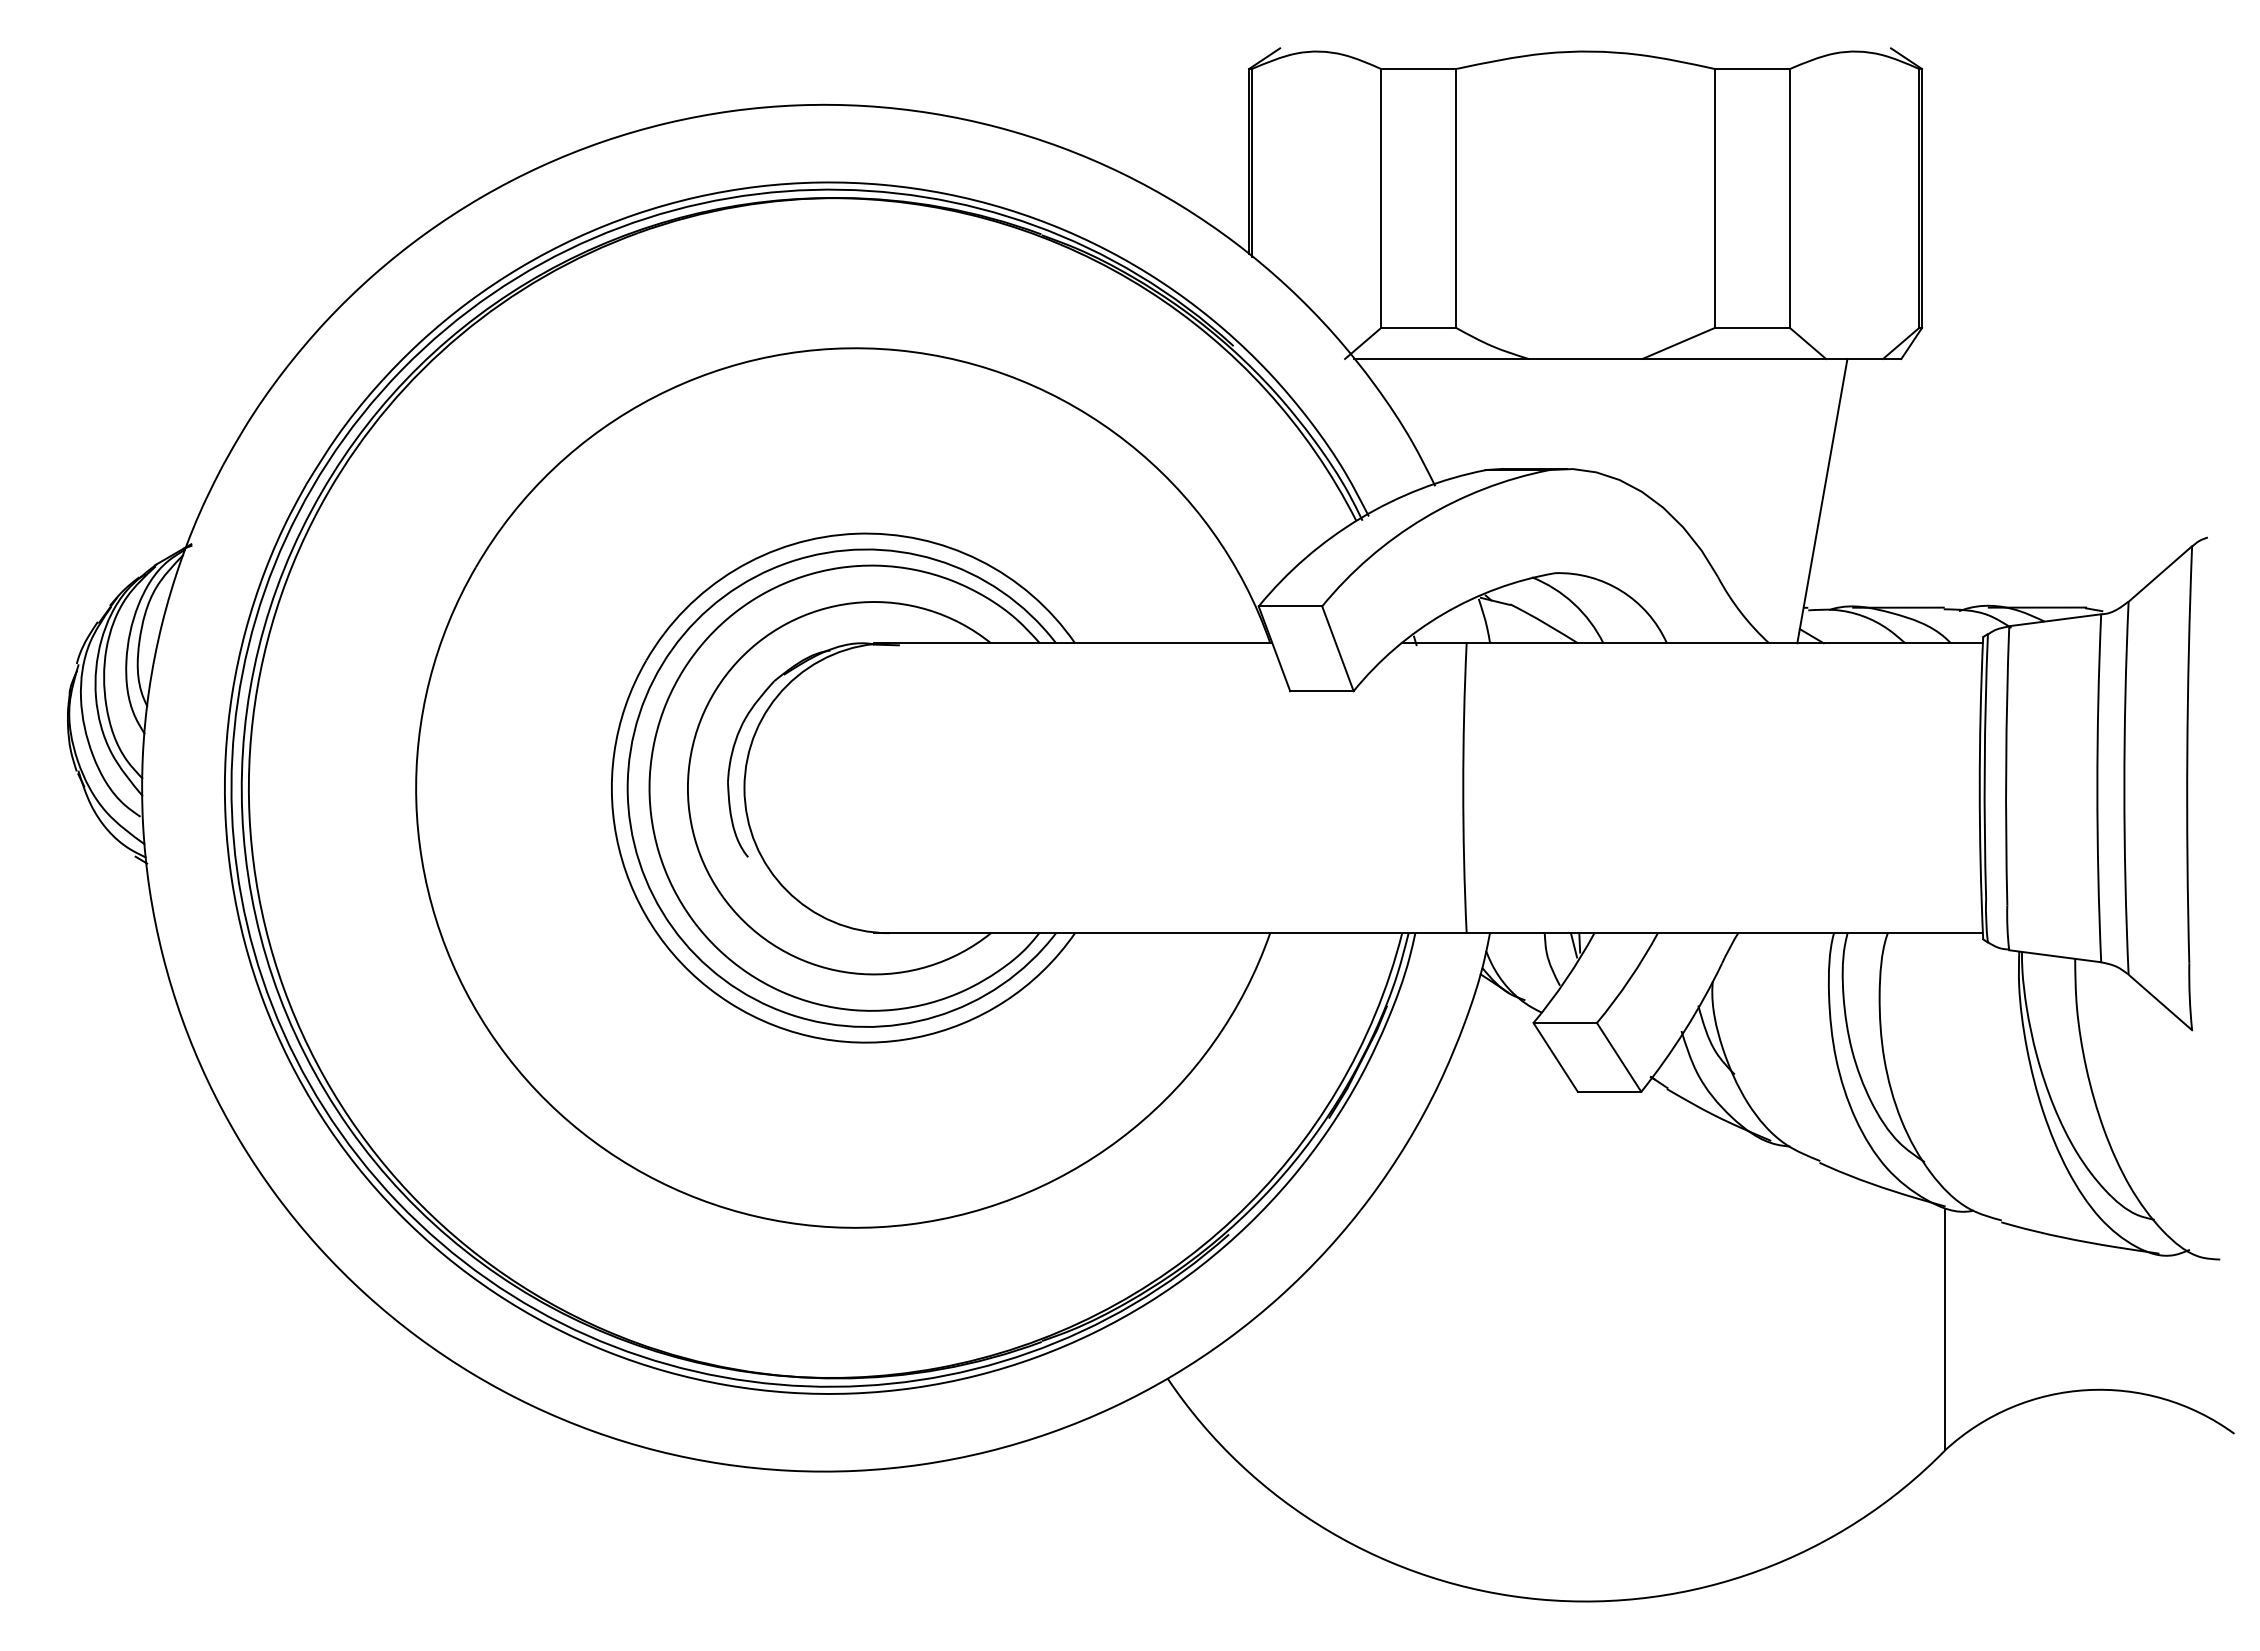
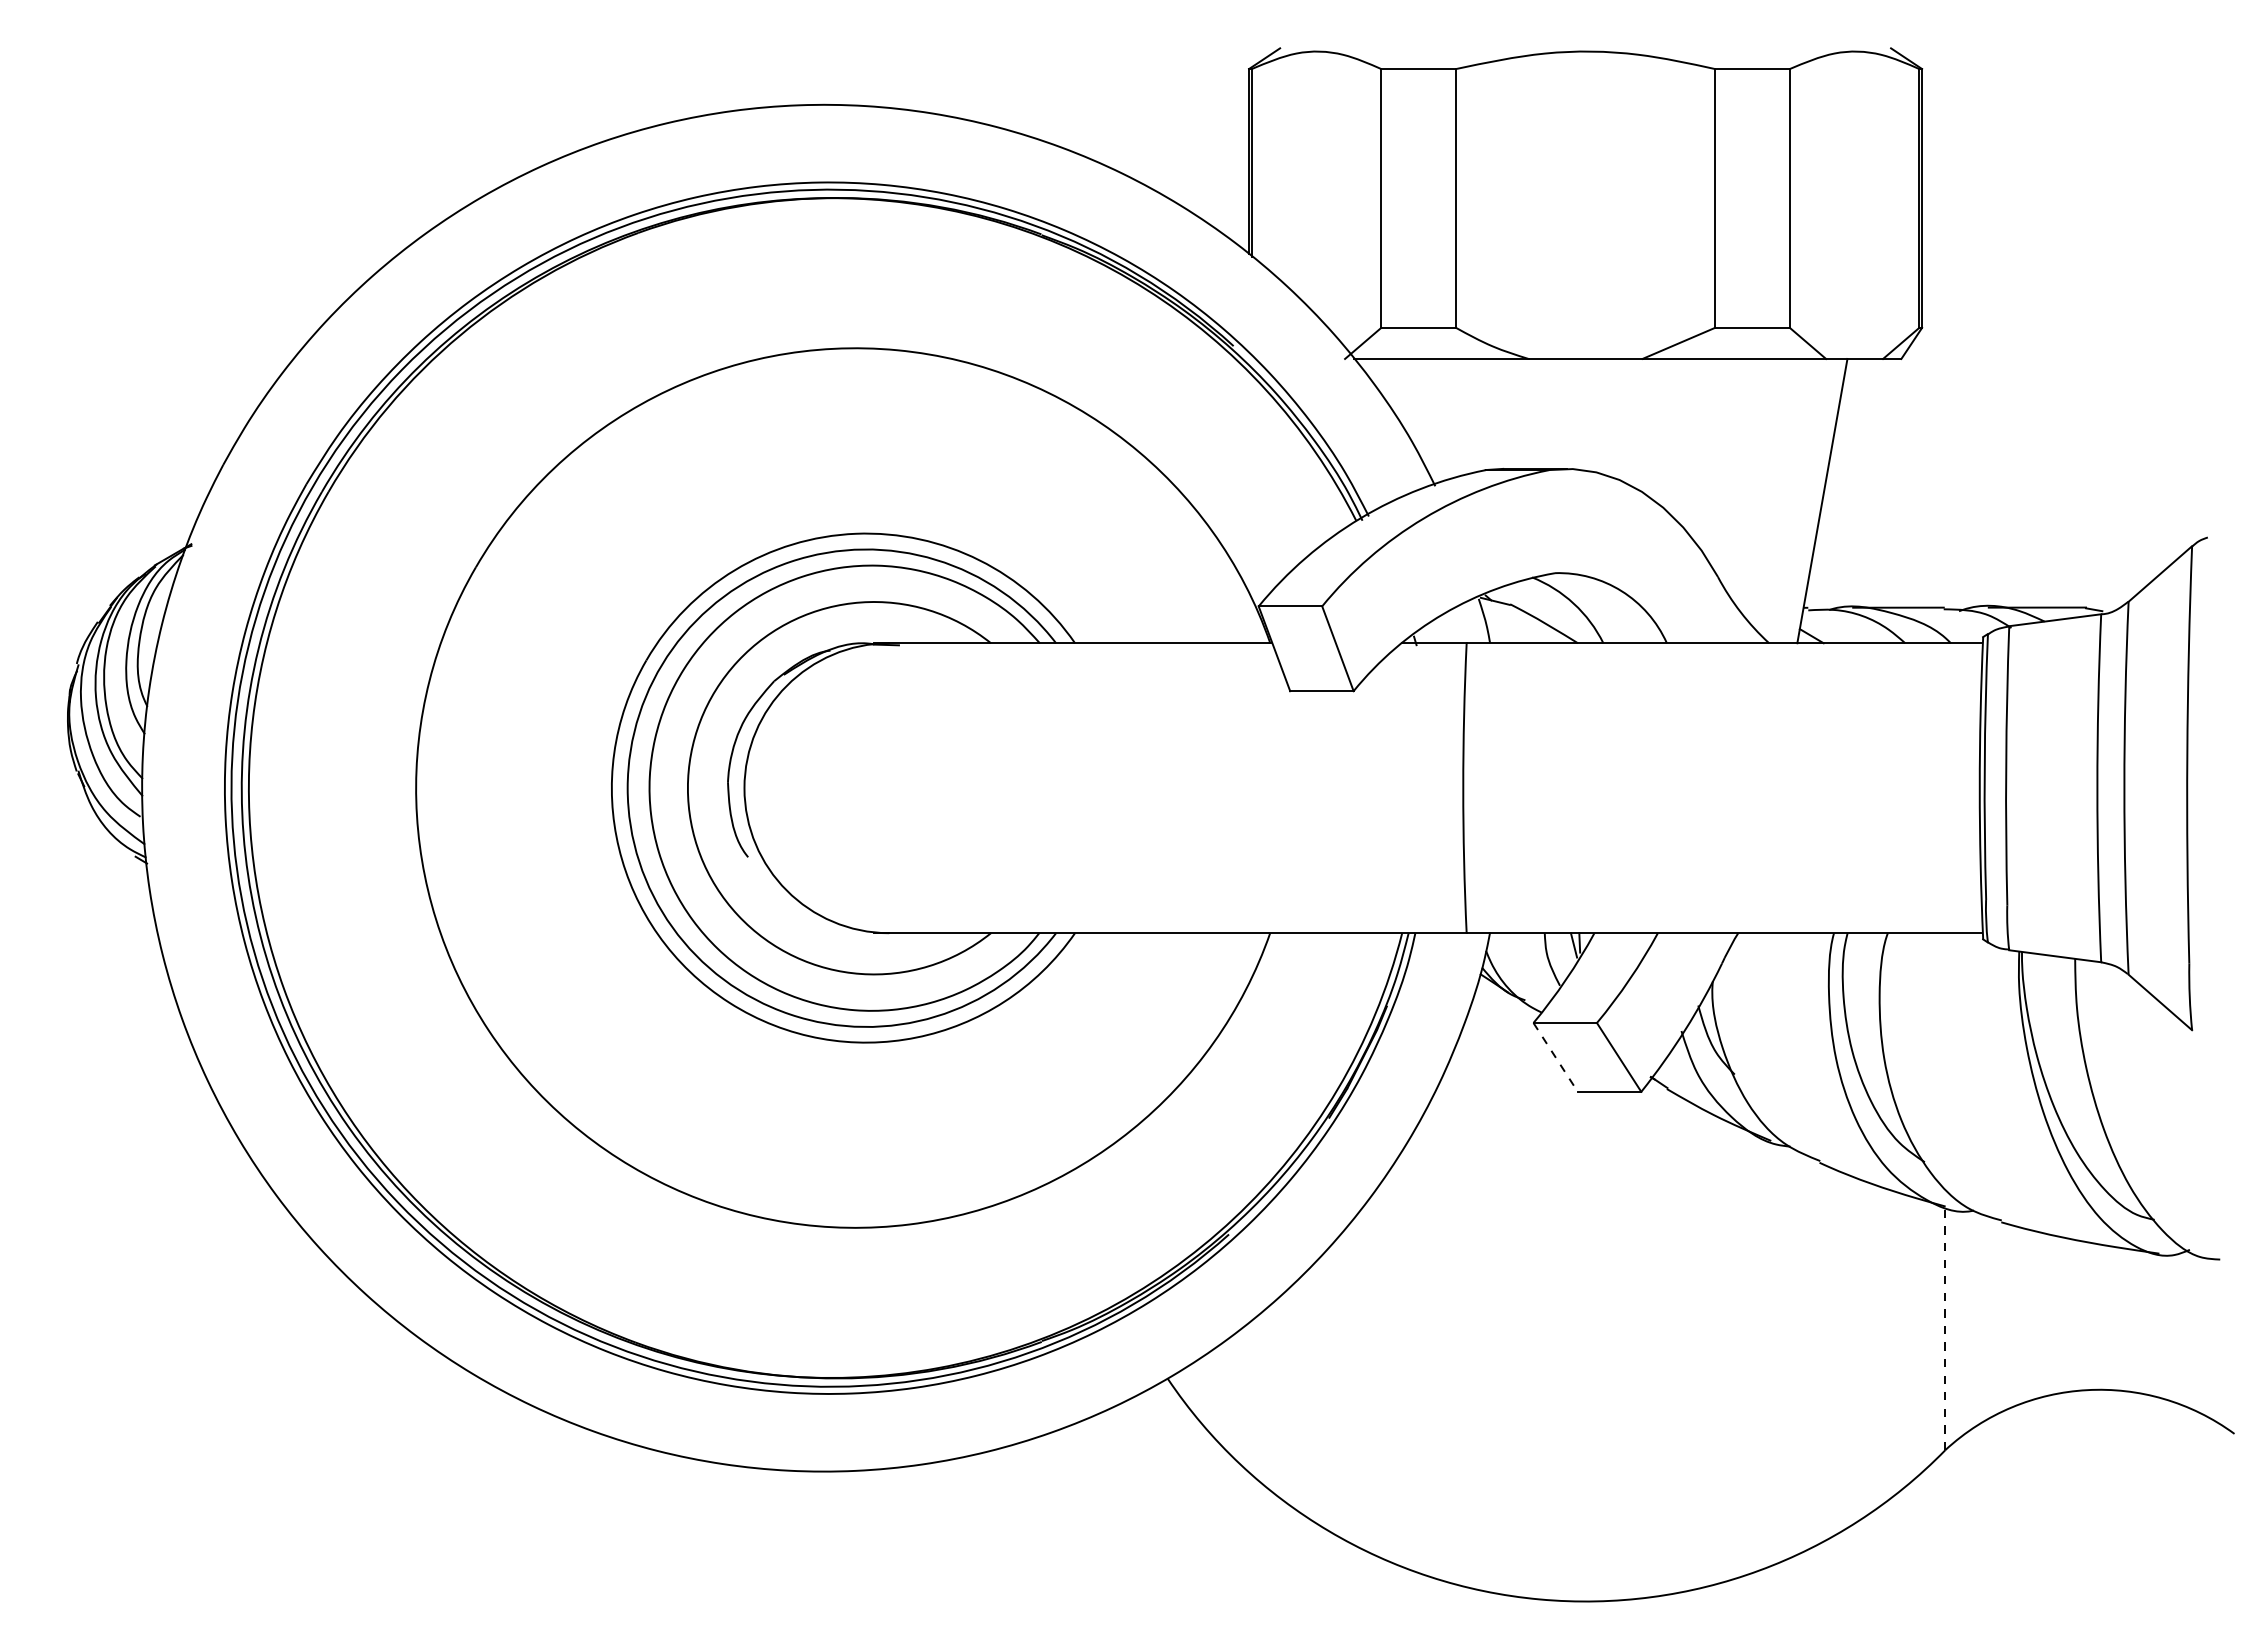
line at (1555, 1057): solid -> dashed
line at (1945, 1329): solid -> dashed
